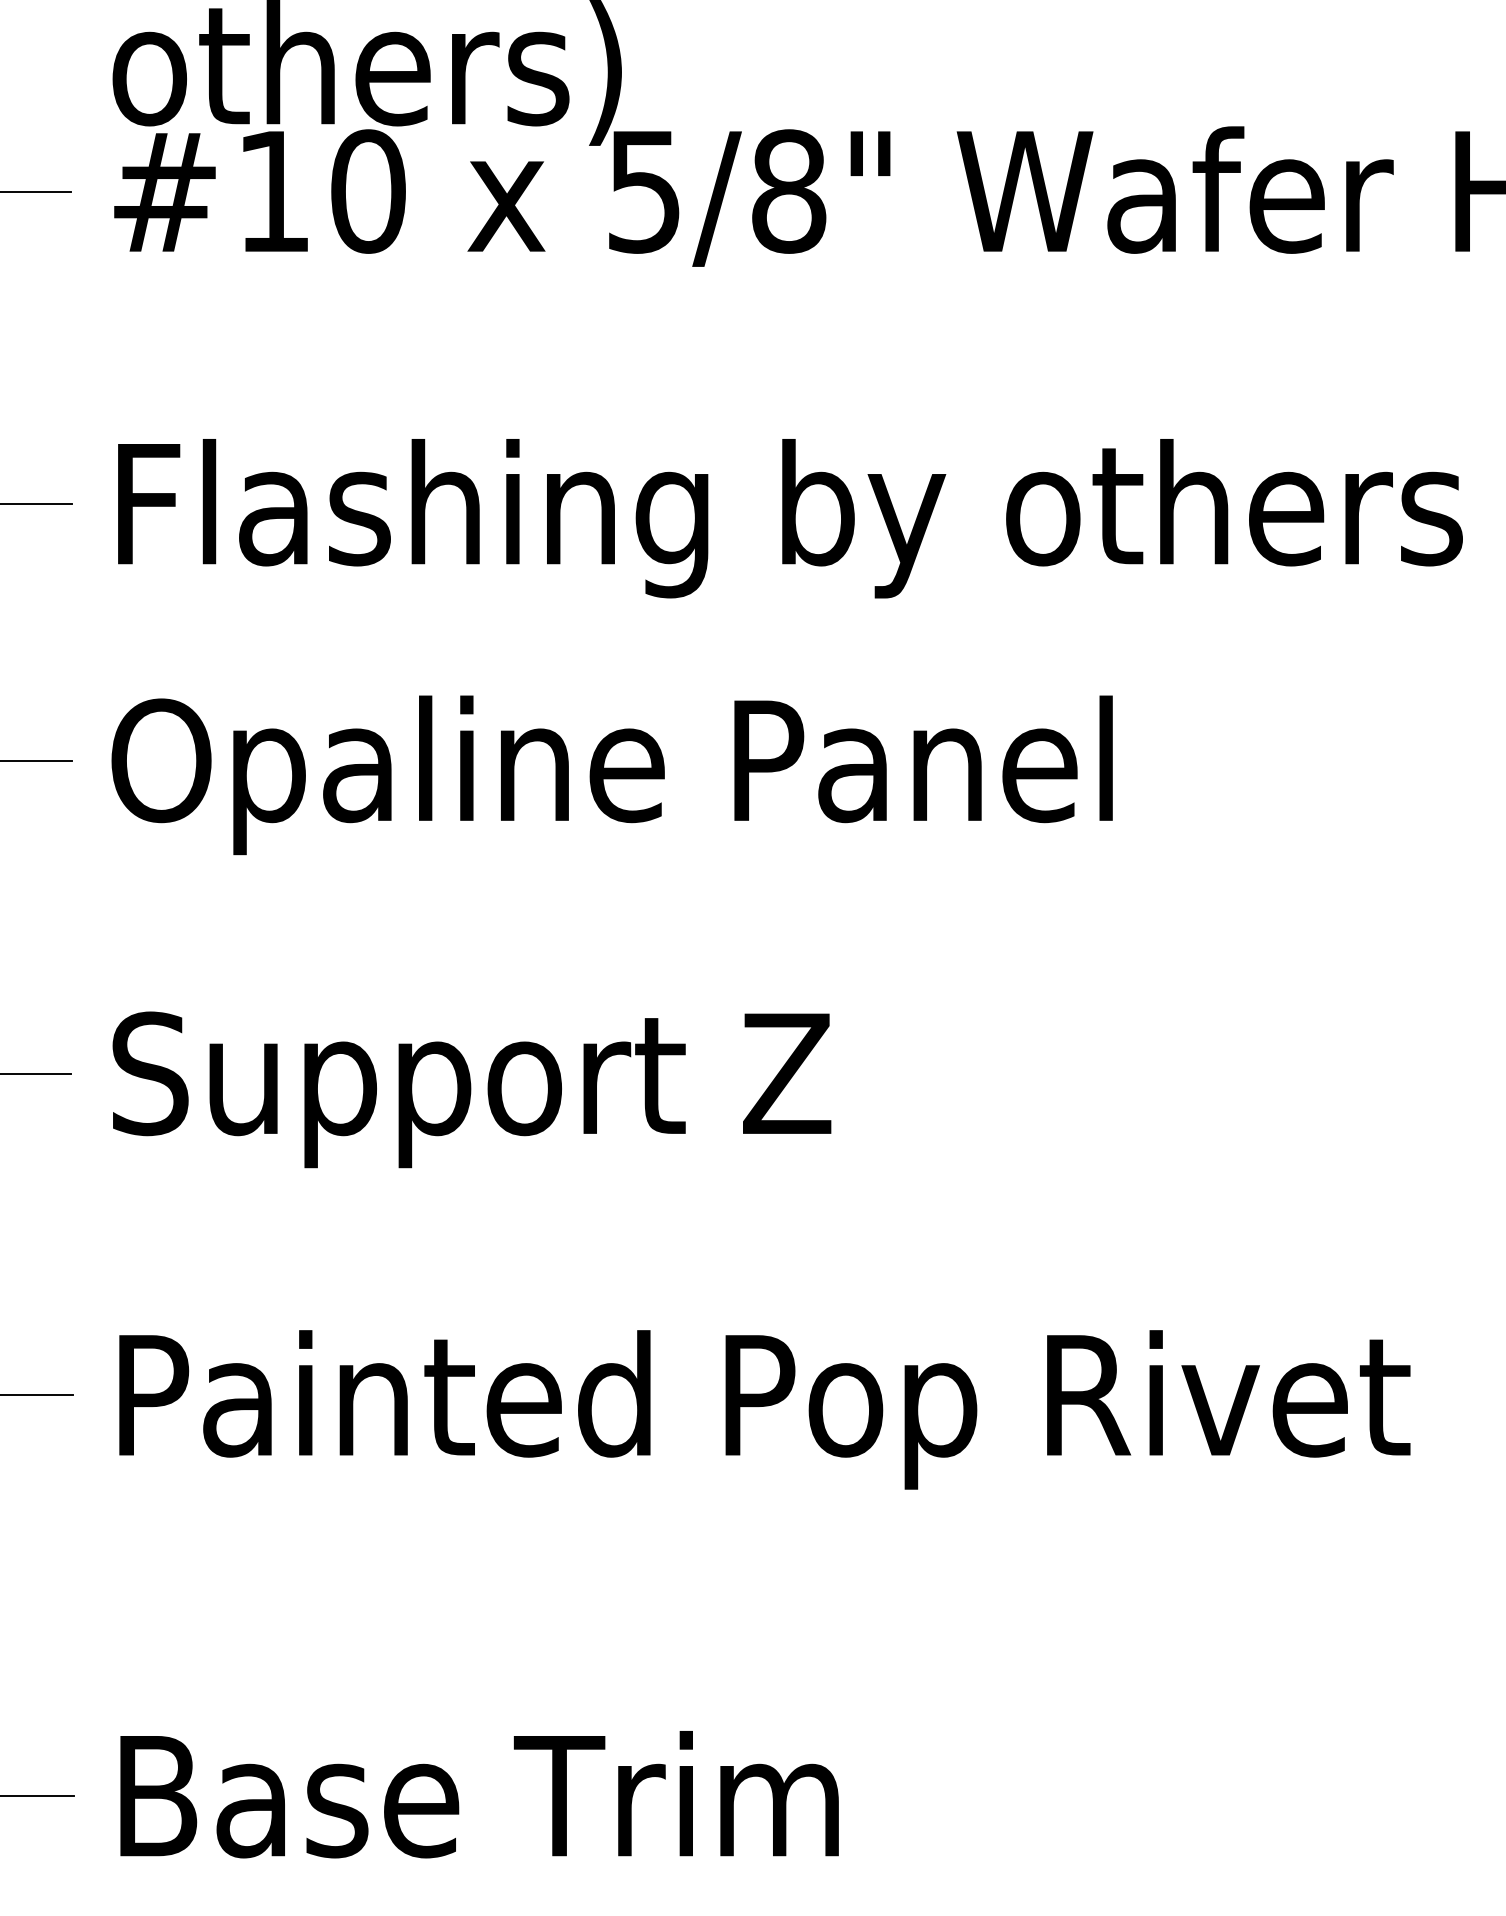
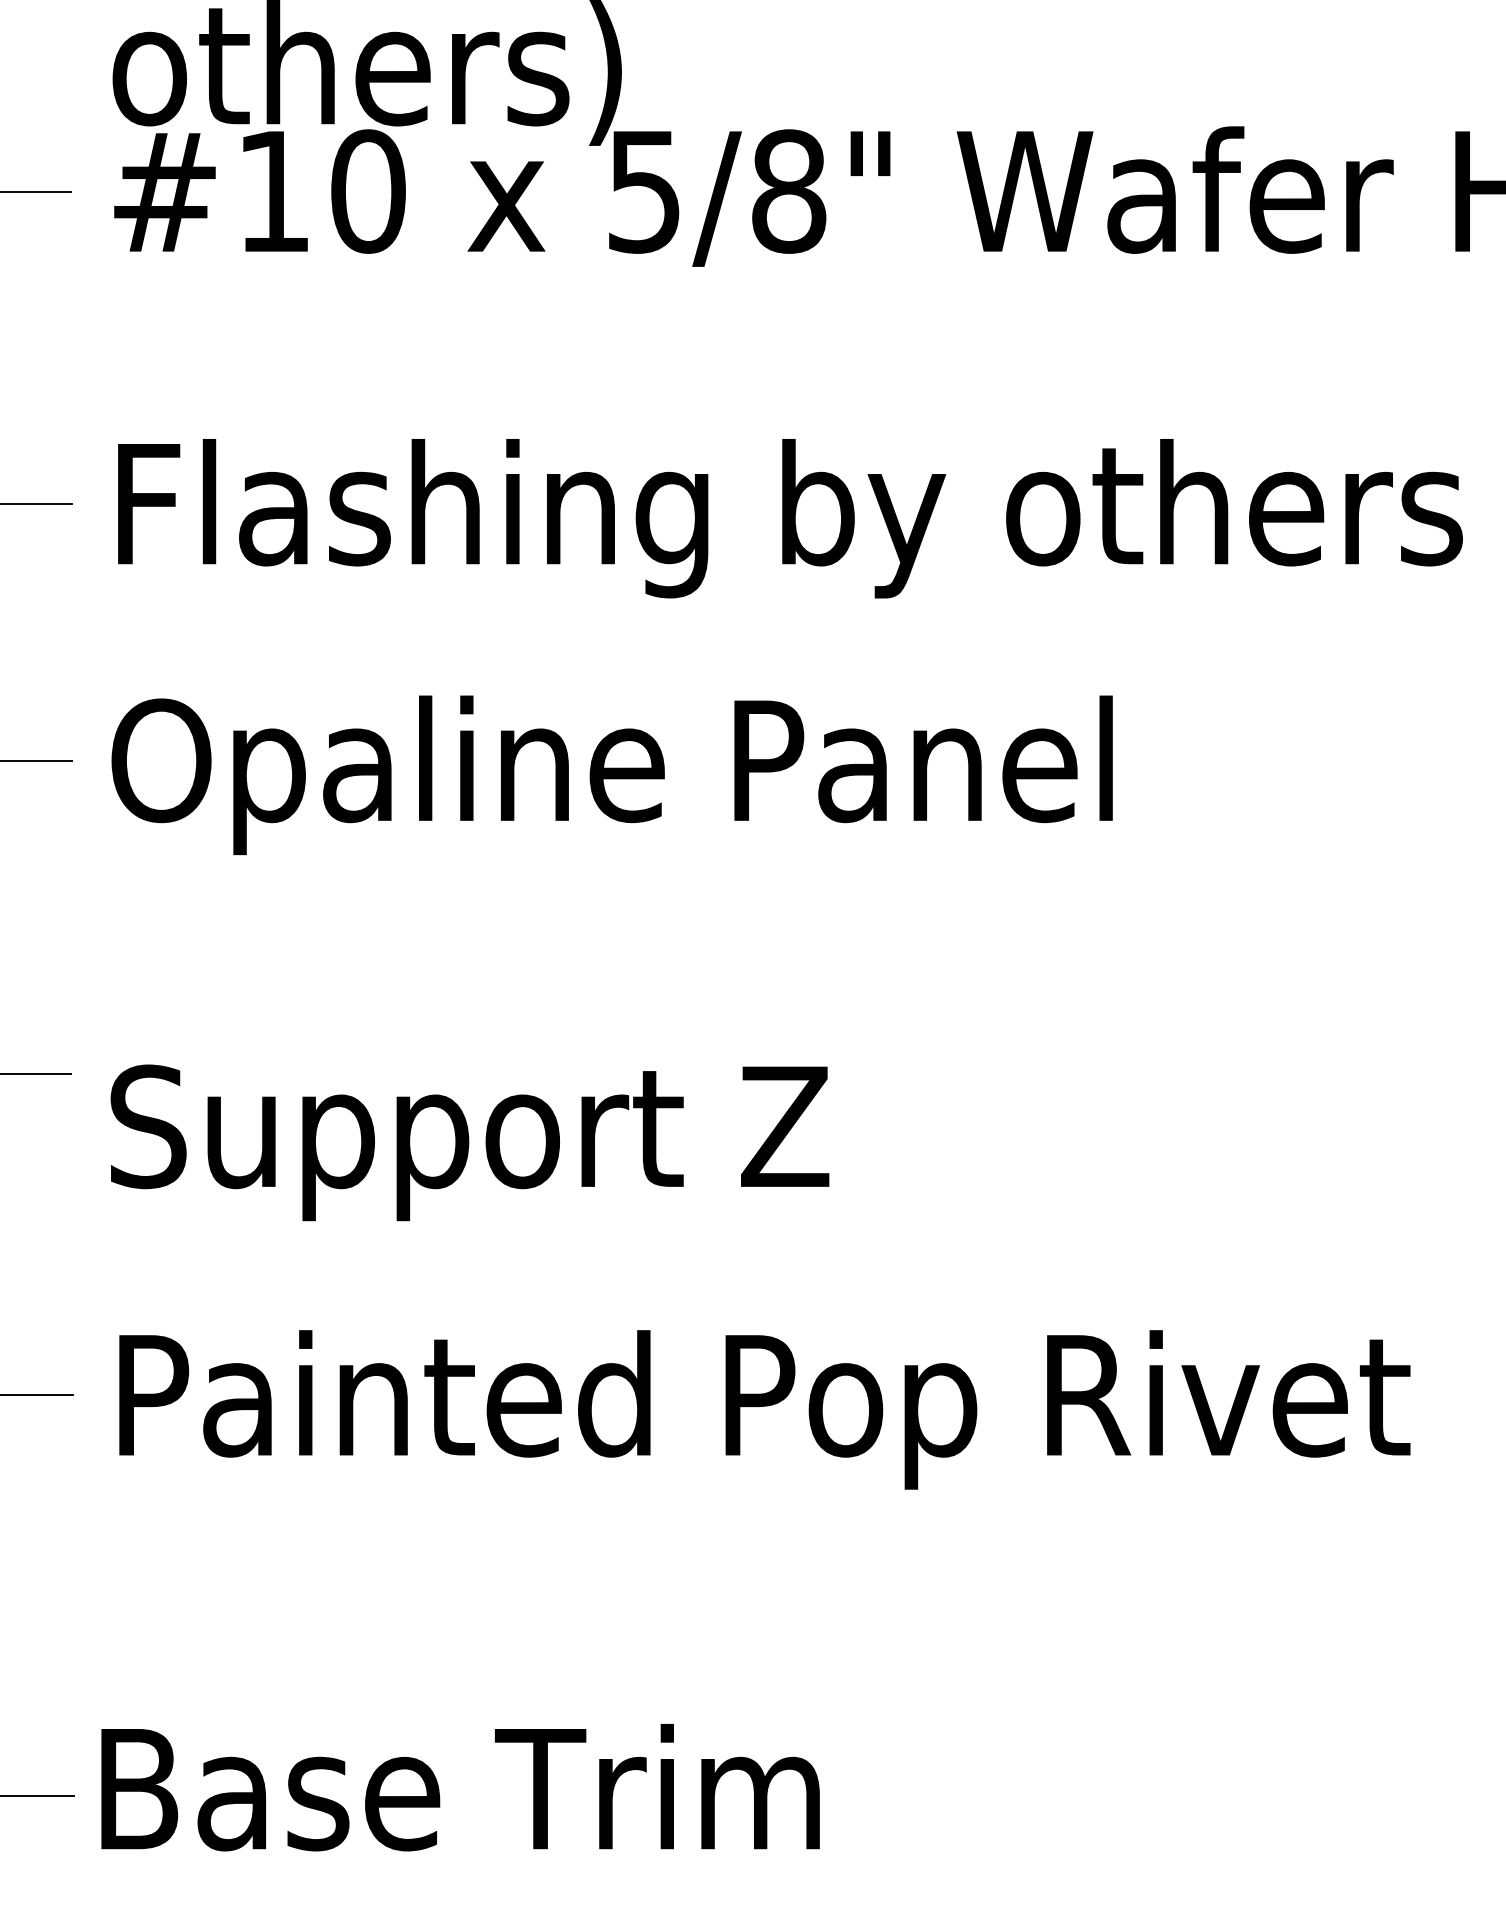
text at (471, 1089) position: (471, 1089) -> (469, 1142)
text at (479, 1794) position: (479, 1794) -> (460, 1787)
